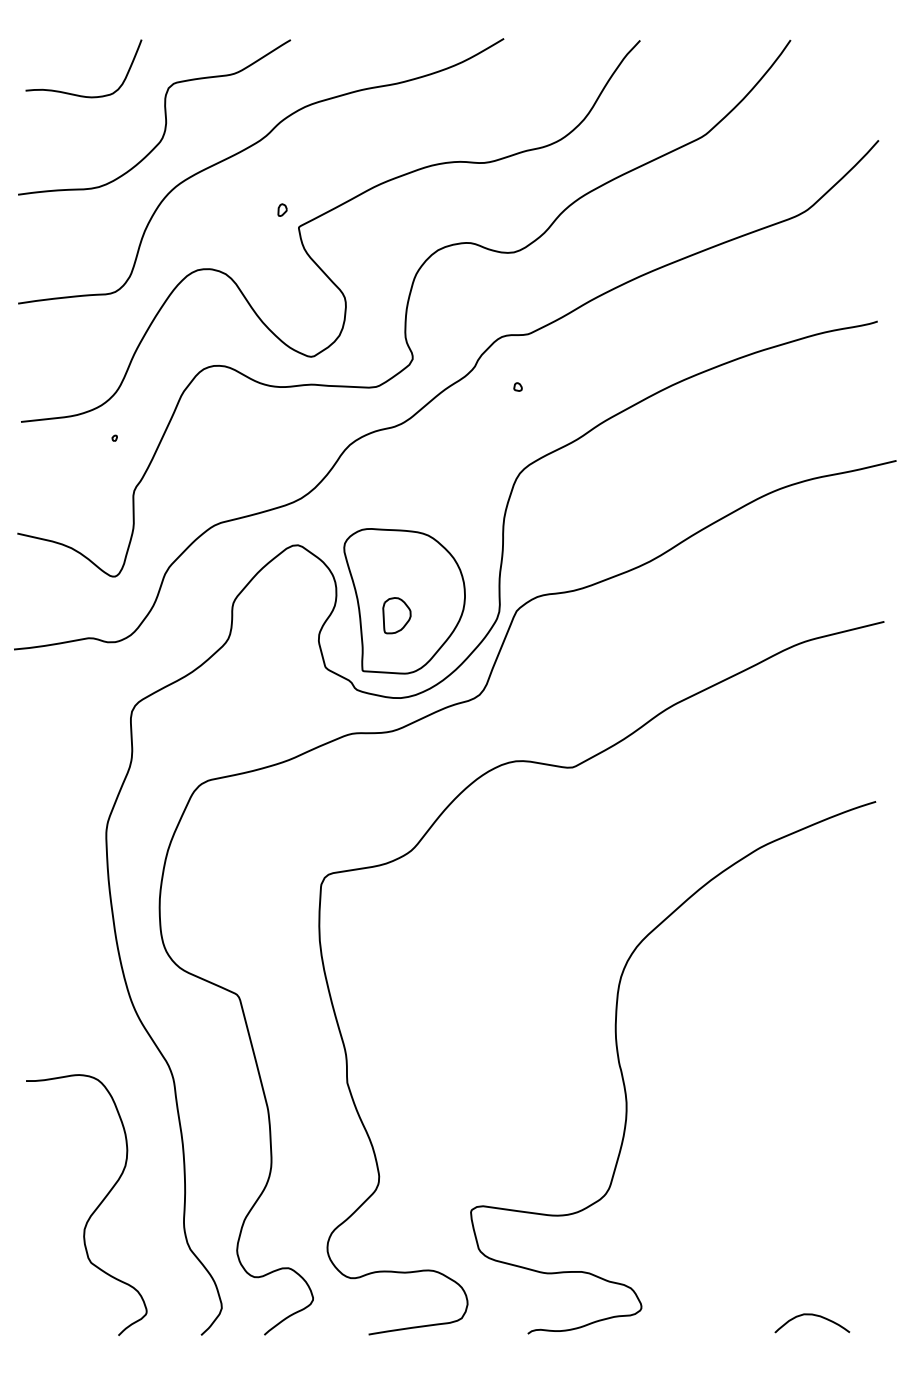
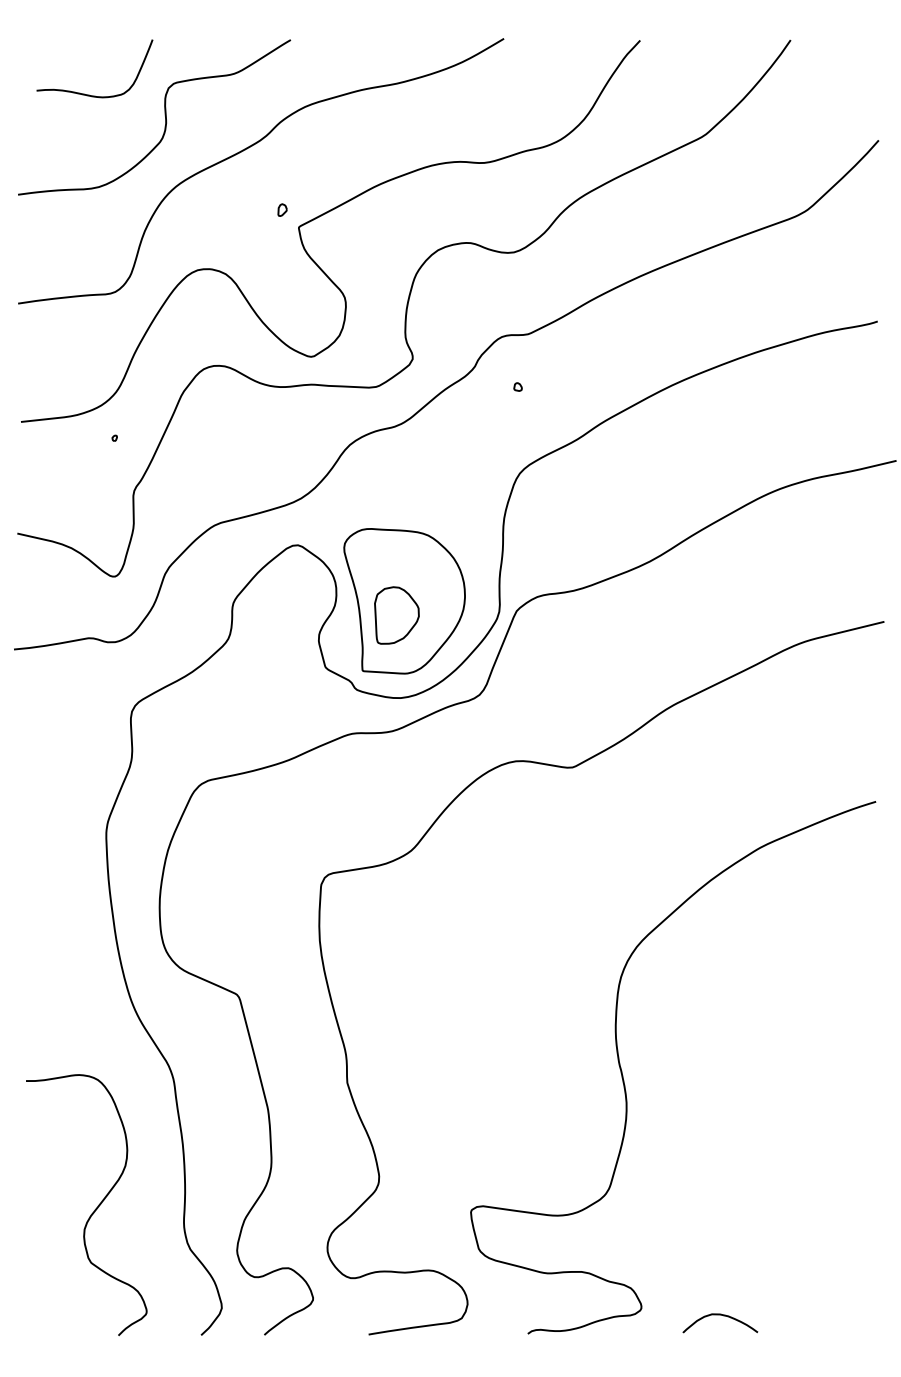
curve at (78, 94) position: (78, 94) -> (89, 94)
part at (396, 615) size: 30x38 px -> 46x59 px
curve at (815, 1316) position: (815, 1316) -> (723, 1316)
